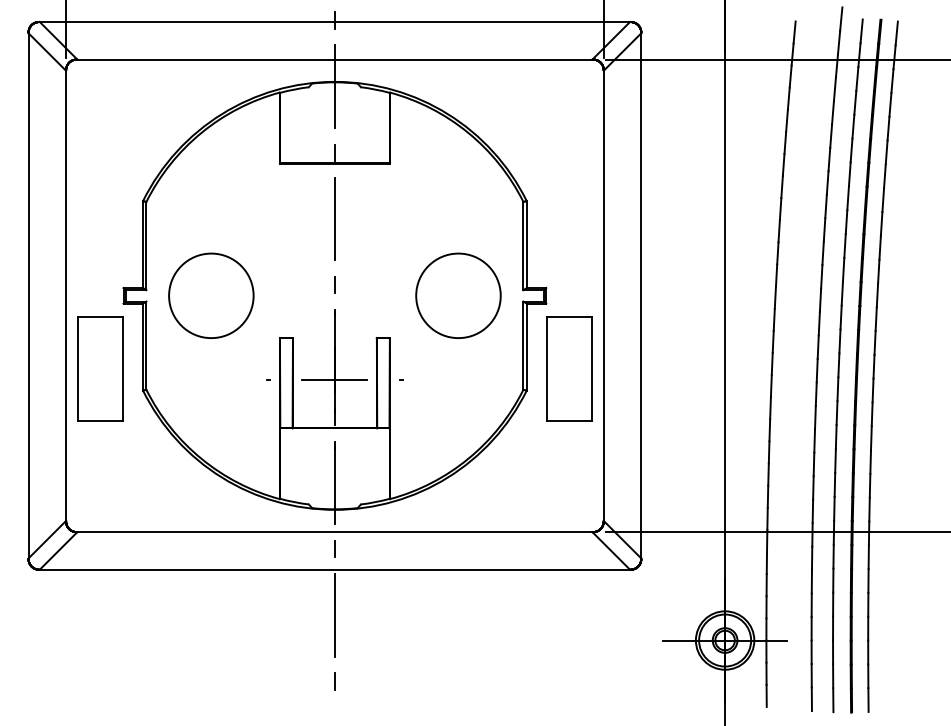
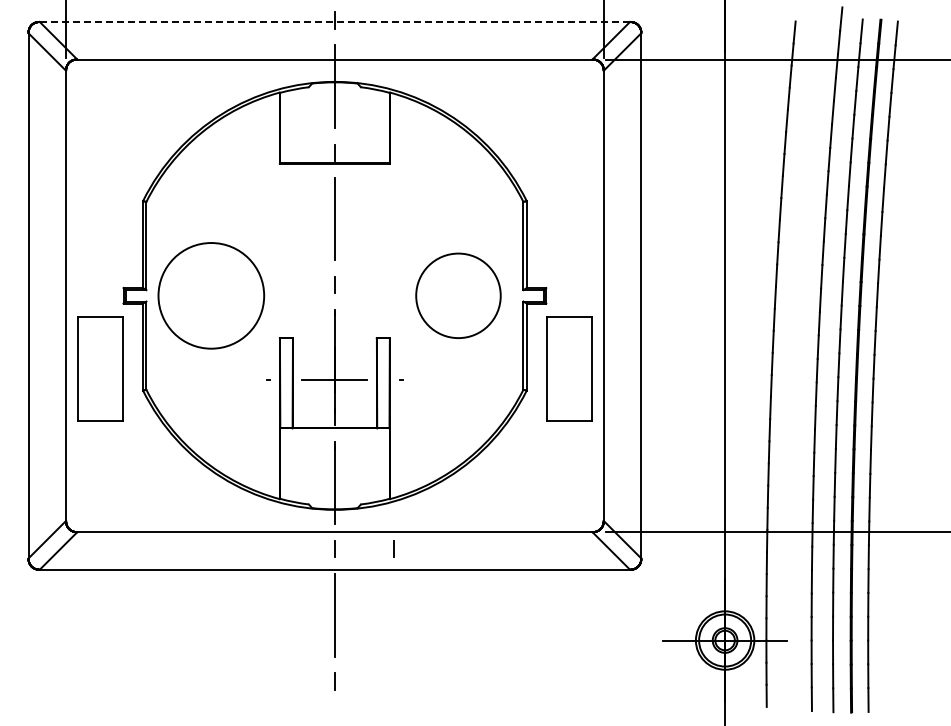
line at (335, 21): solid -> dashed
circle at (211, 295) diameter: 85 px -> 106 px
line at (393, 548): none -> present
